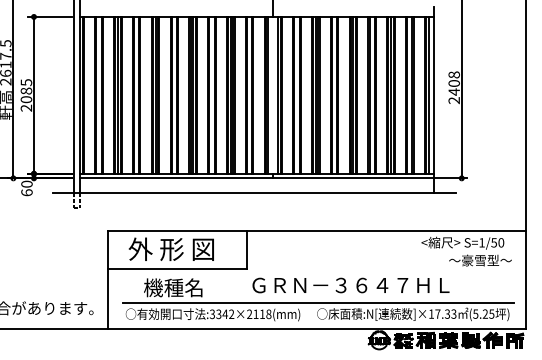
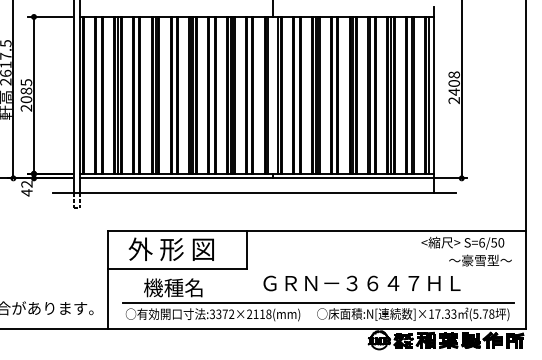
text at (26, 188): 60 -> 42
text at (481, 242): S=1/50 -> S=6/50
text at (350, 285) position: (350, 285) -> (361, 283)
text at (224, 313): :3342×2118(mm) -> :3372×2118(mm)
text at (488, 313): (5.25 -> (5.78
